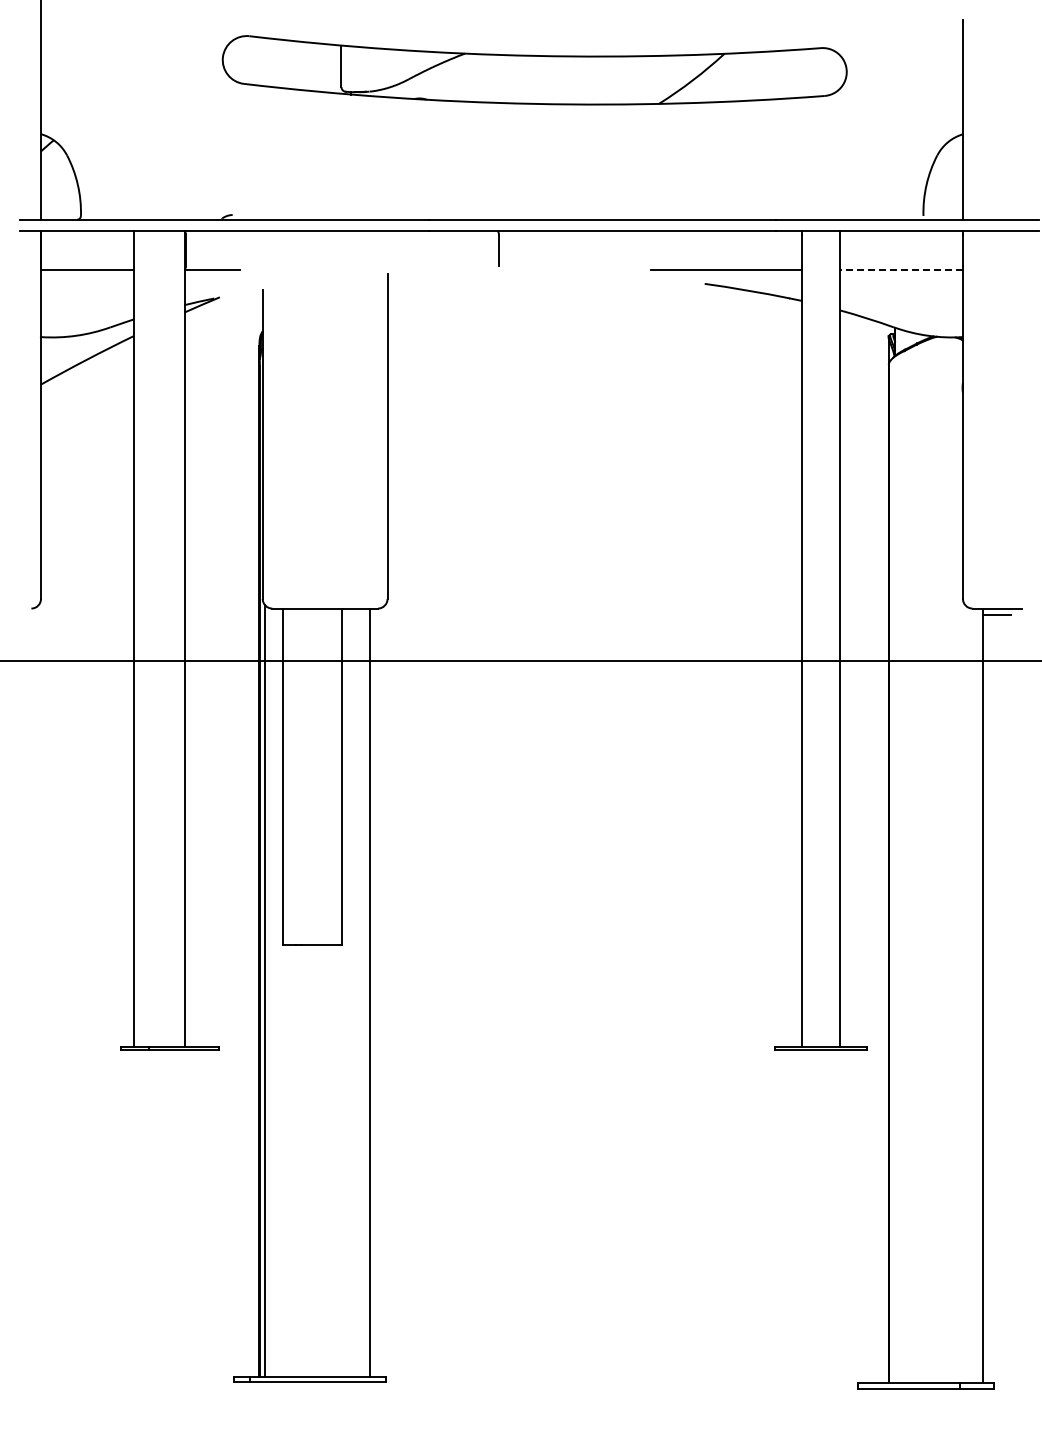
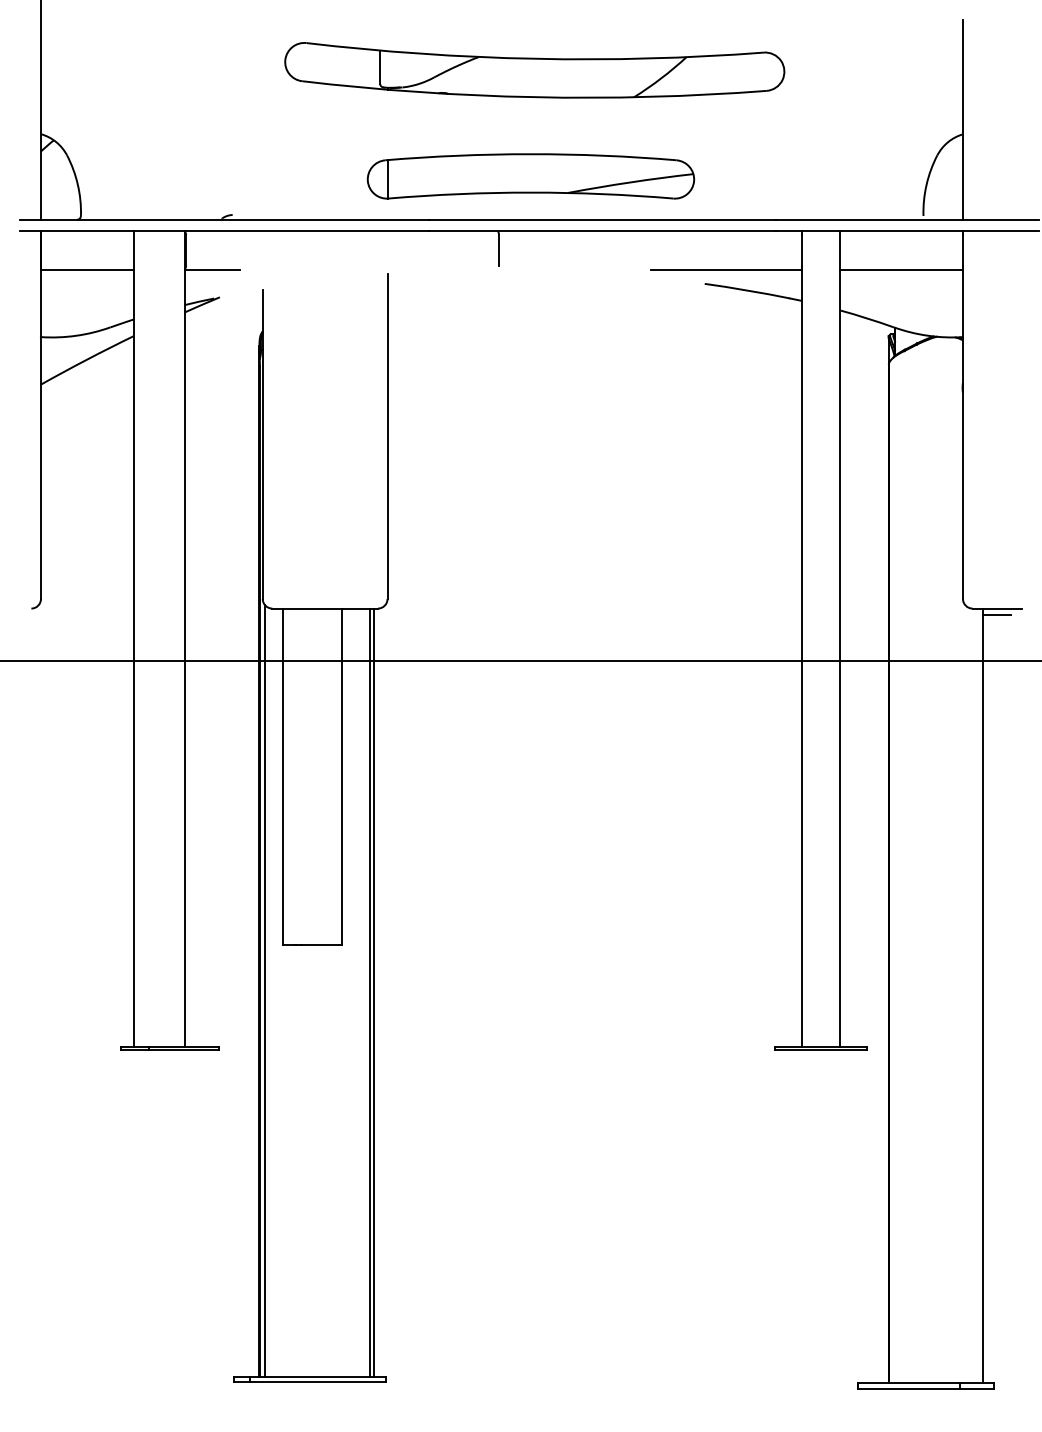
part at (534, 70) size: 627x71 px -> 502x57 px
part at (530, 176): none -> present
line at (901, 269): dashed -> solid
line at (374, 992): none -> present
